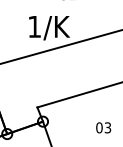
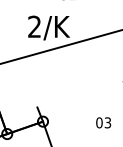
text at (34, 26): 1/K -> 2/K
line at (78, 95): present -> none
text at (103, 127) position: (103, 127) -> (103, 122)
